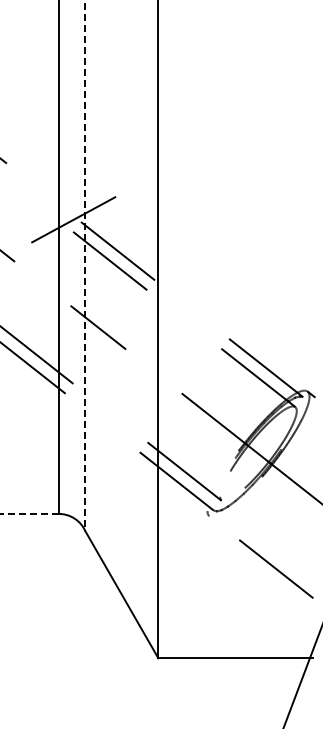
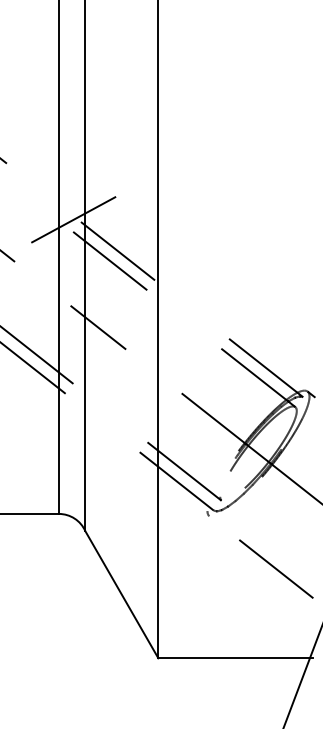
line at (85, 266): dashed -> solid
line at (29, 513): dashed -> solid
